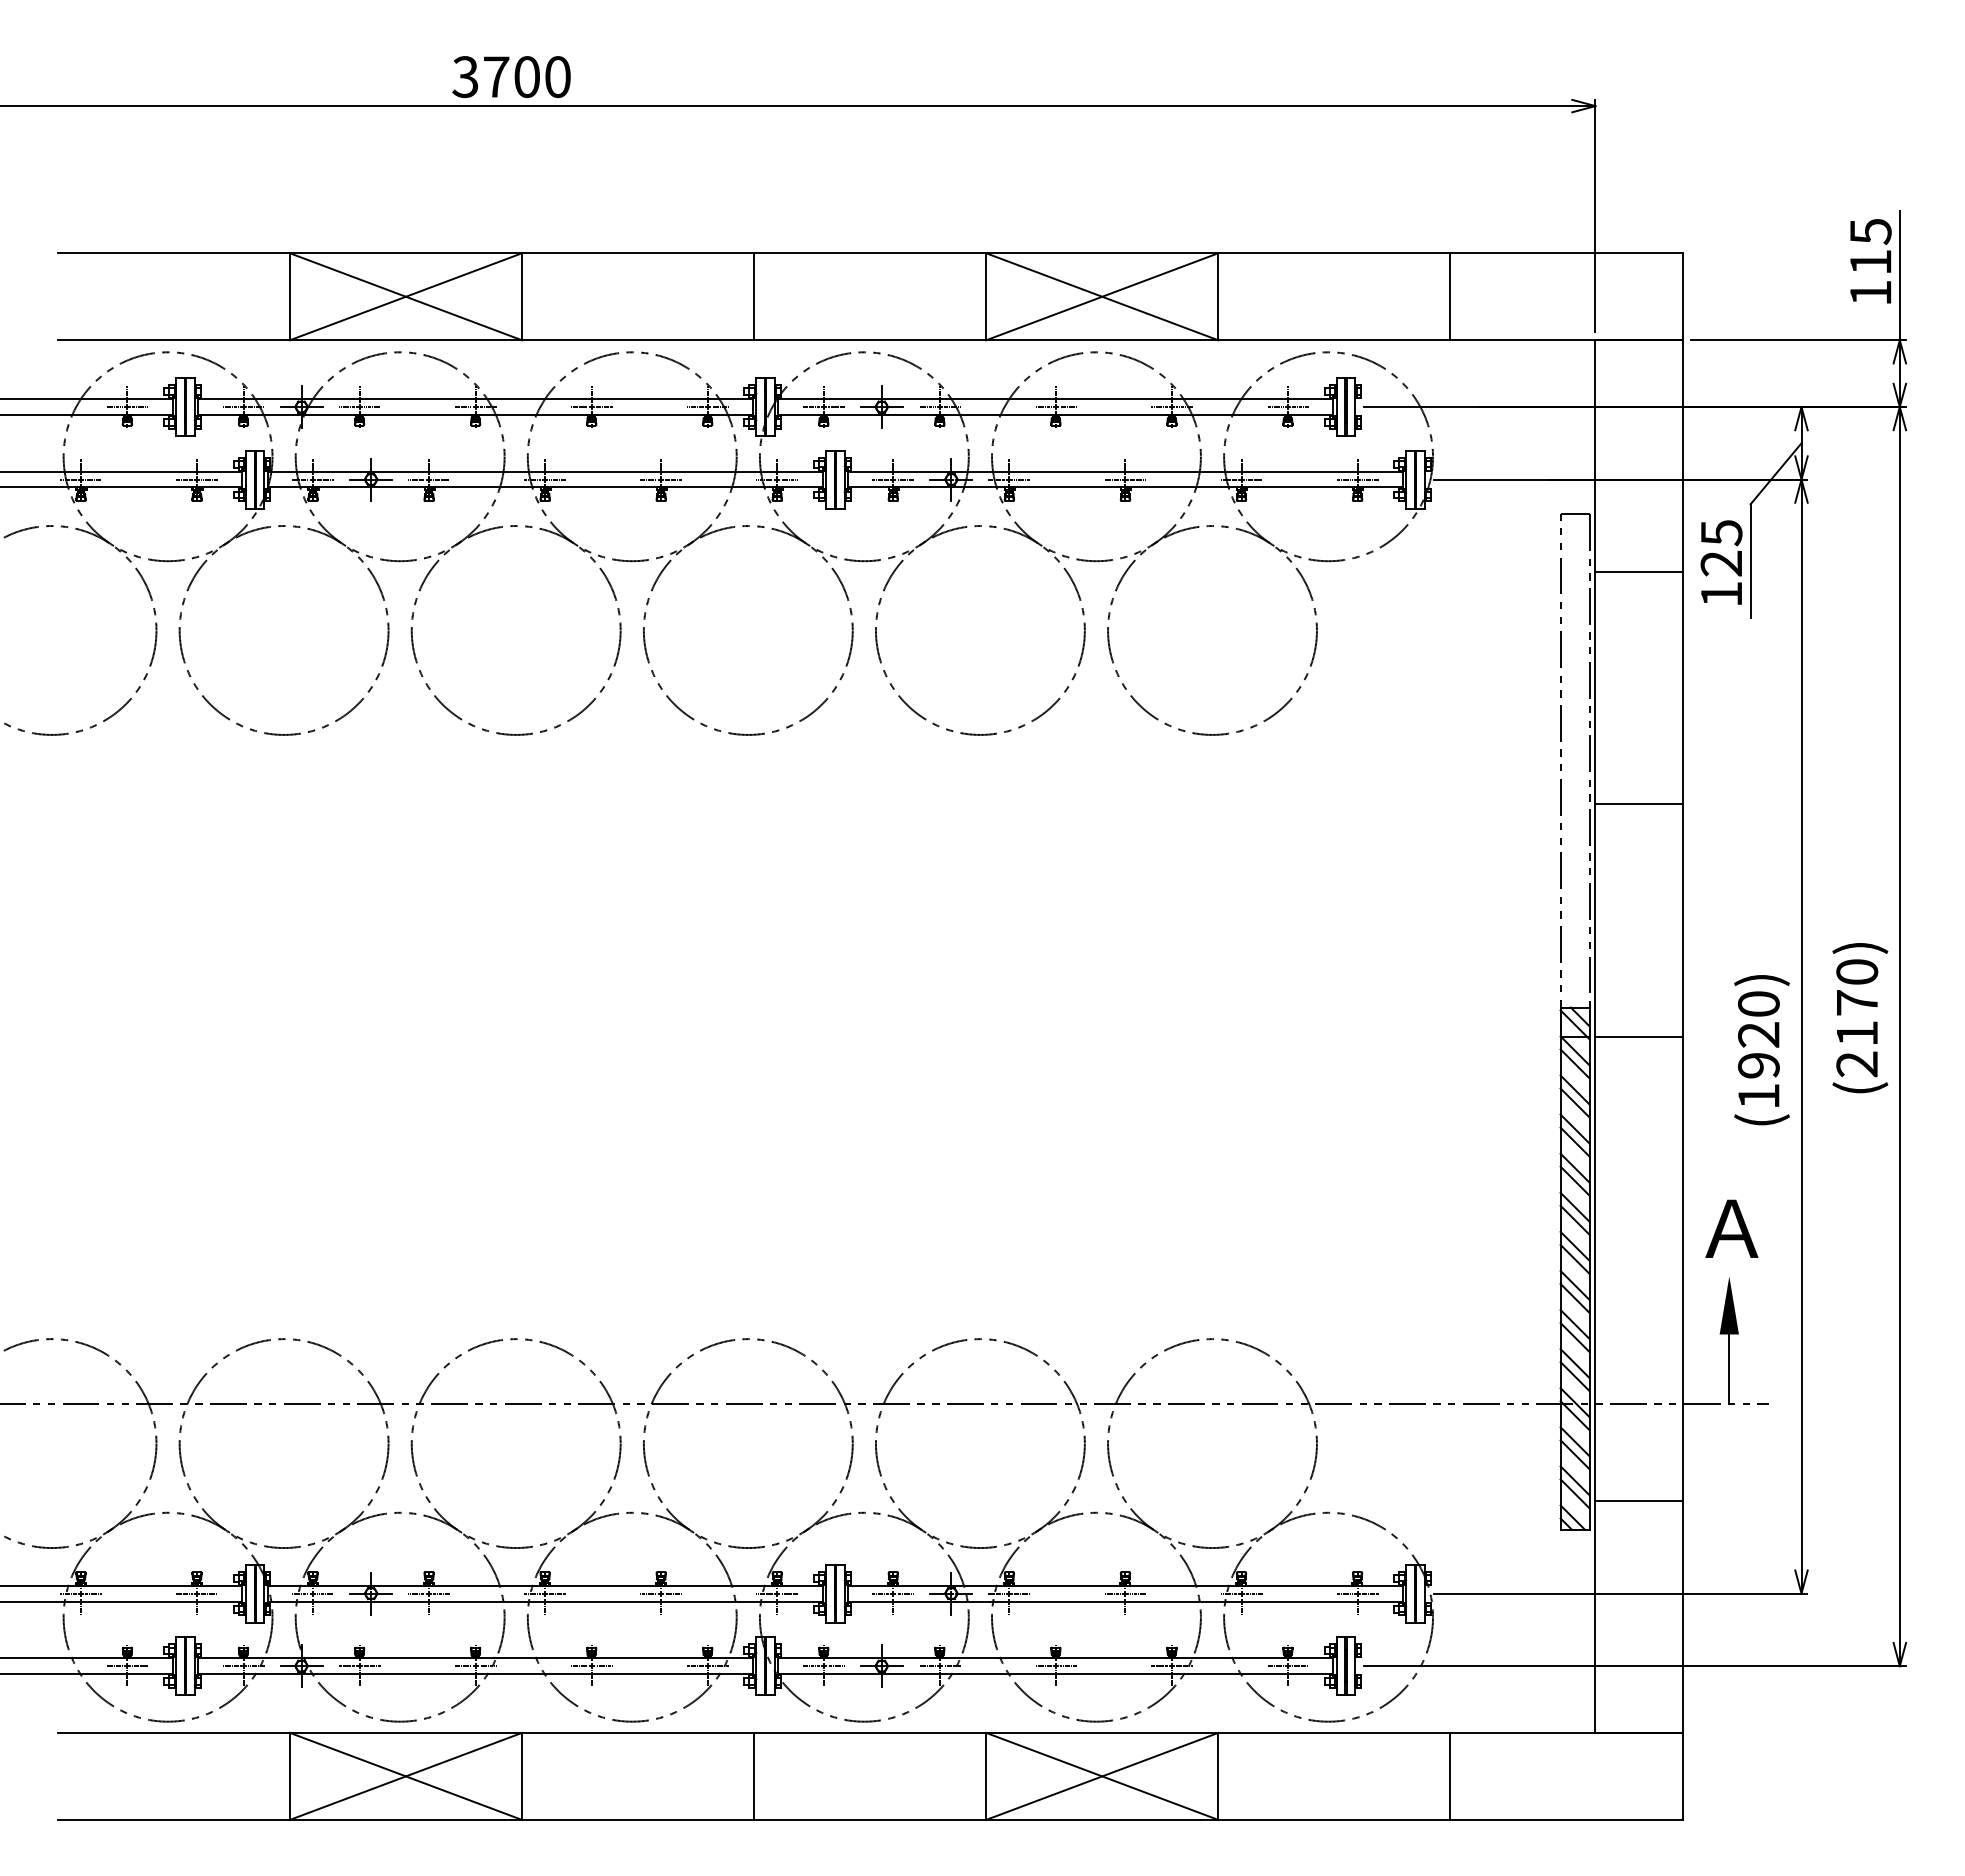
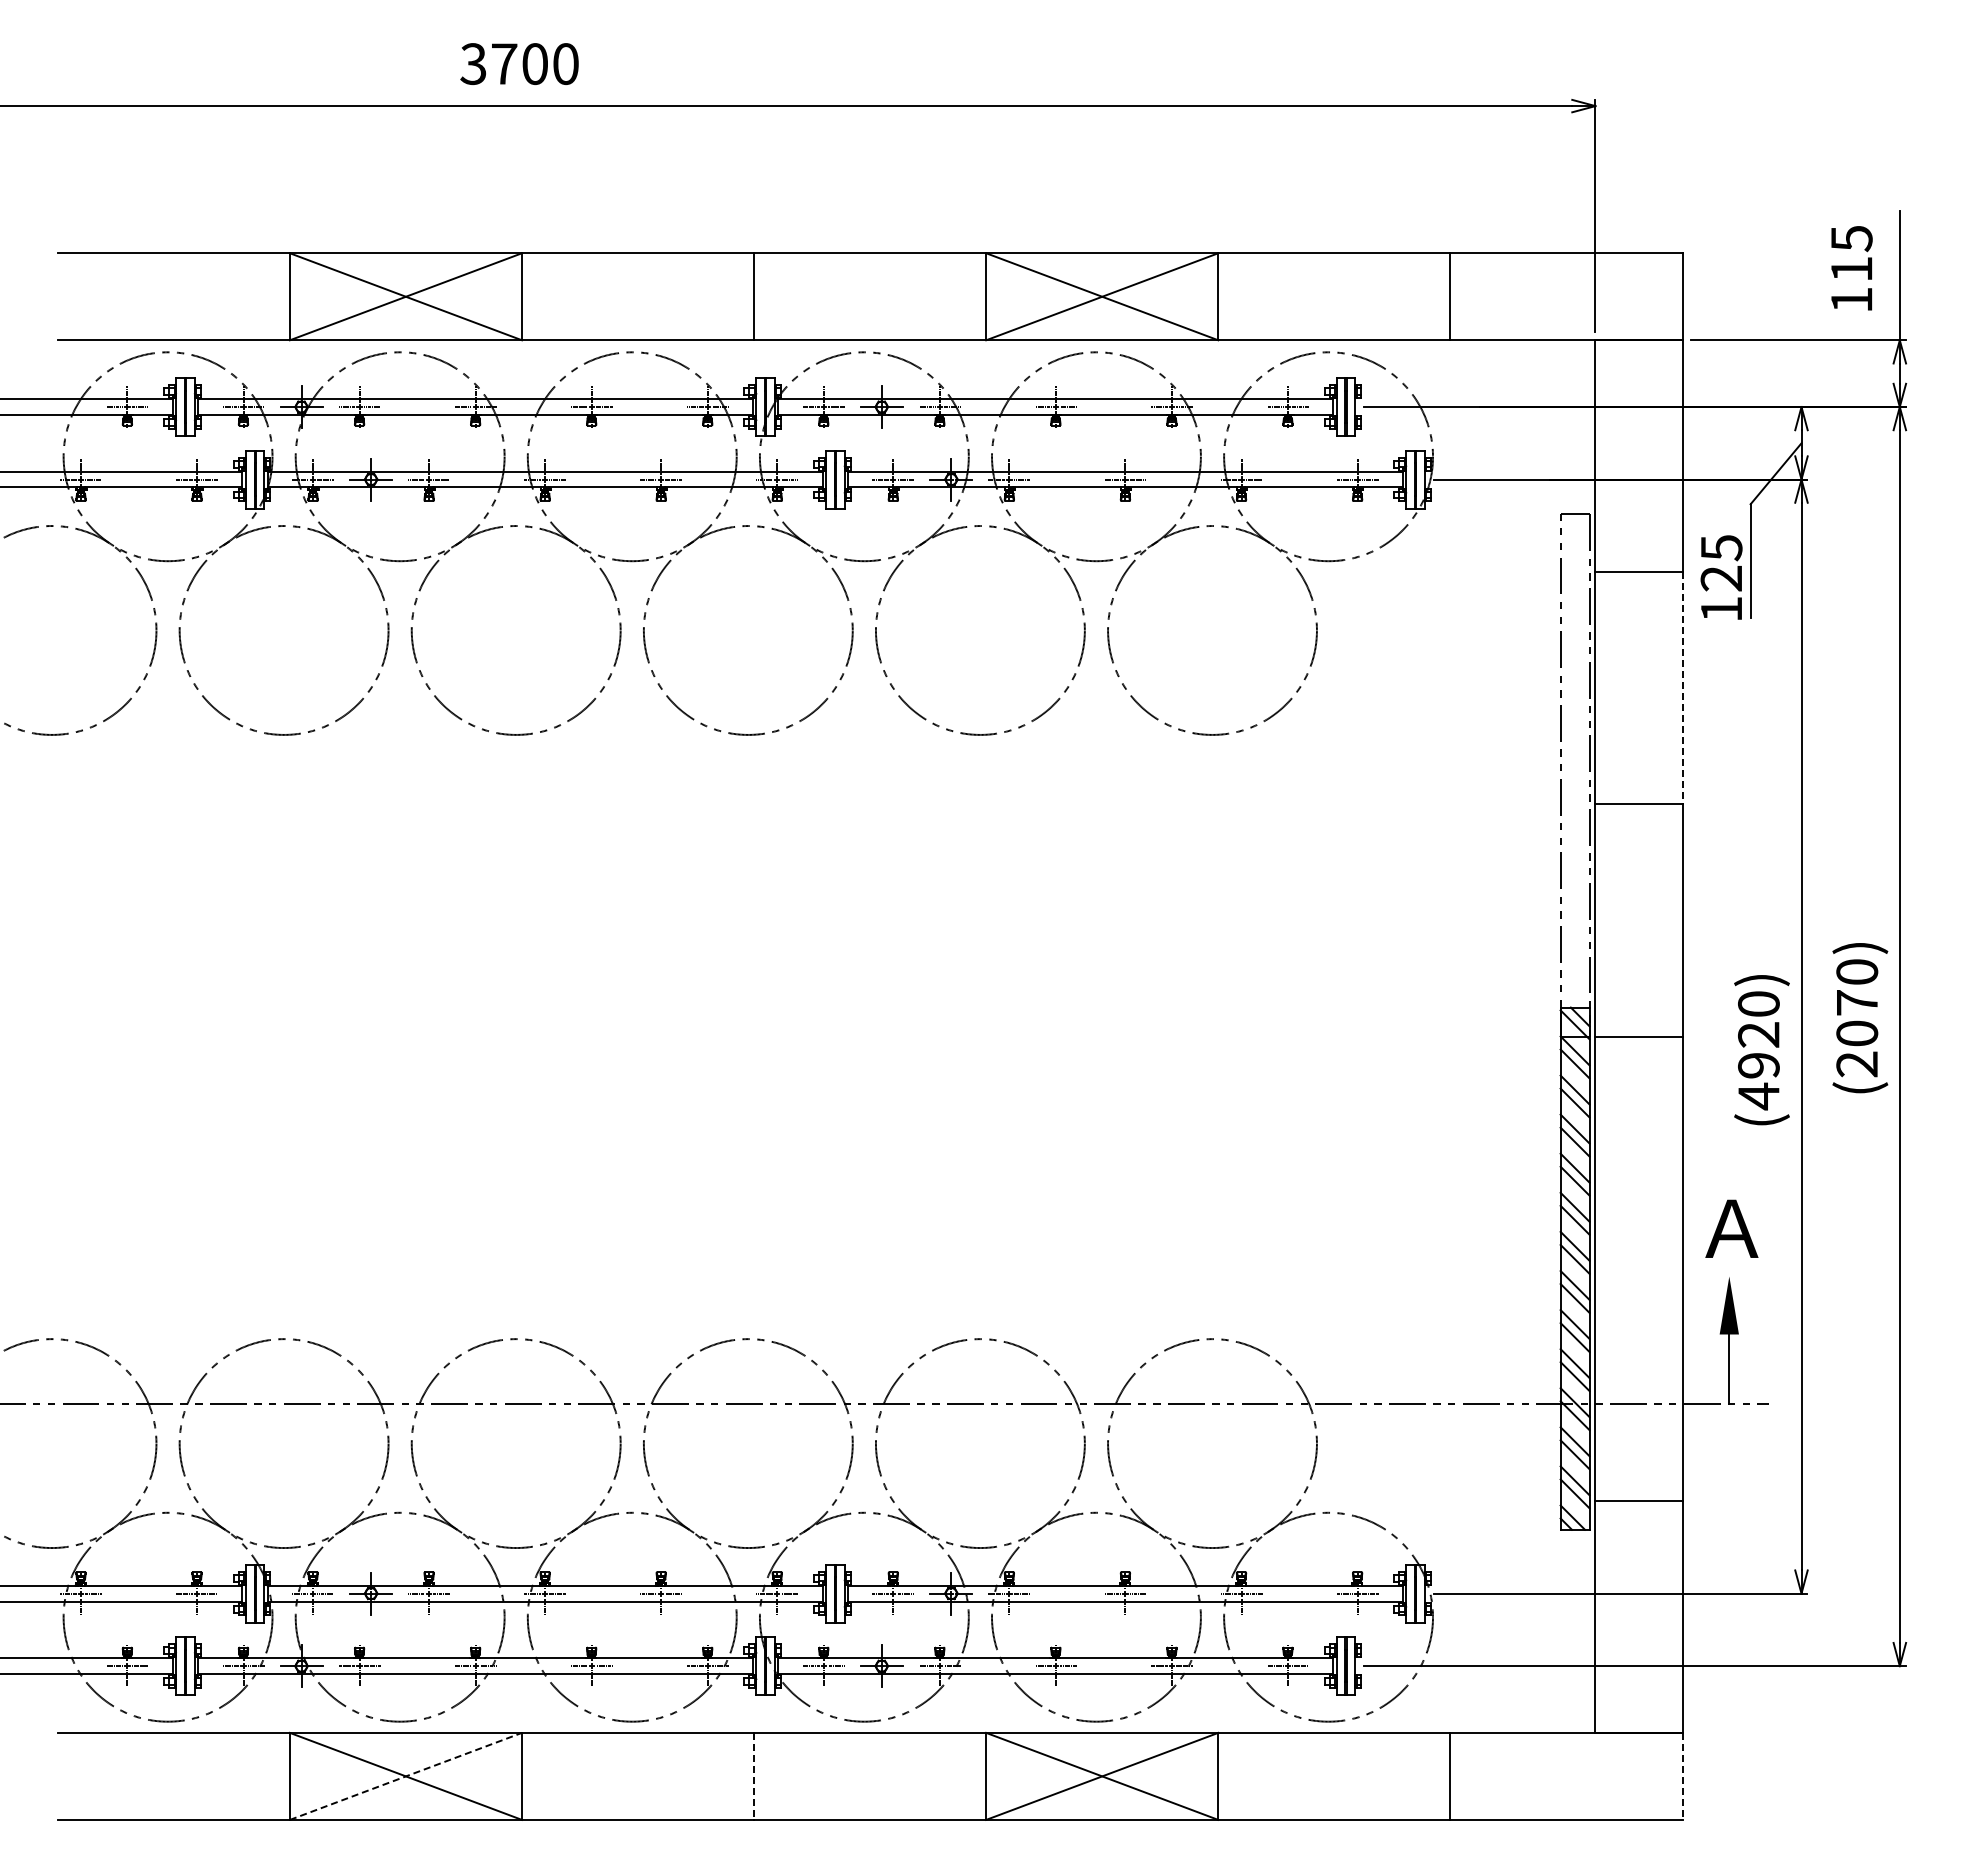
text at (511, 76) position: (511, 76) -> (519, 63)
text at (1870, 261) position: (1870, 261) -> (1851, 268)
text at (1721, 562) position: (1721, 562) -> (1721, 577)
line at (1682, 688): solid -> dashed
text at (1857, 1033): (2170) -> (2070)
text at (1758, 1096): (1920) -> (4920)
line at (405, 1776): solid -> dashed
line at (754, 1776): solid -> dashed
line at (1682, 1776): solid -> dashed
